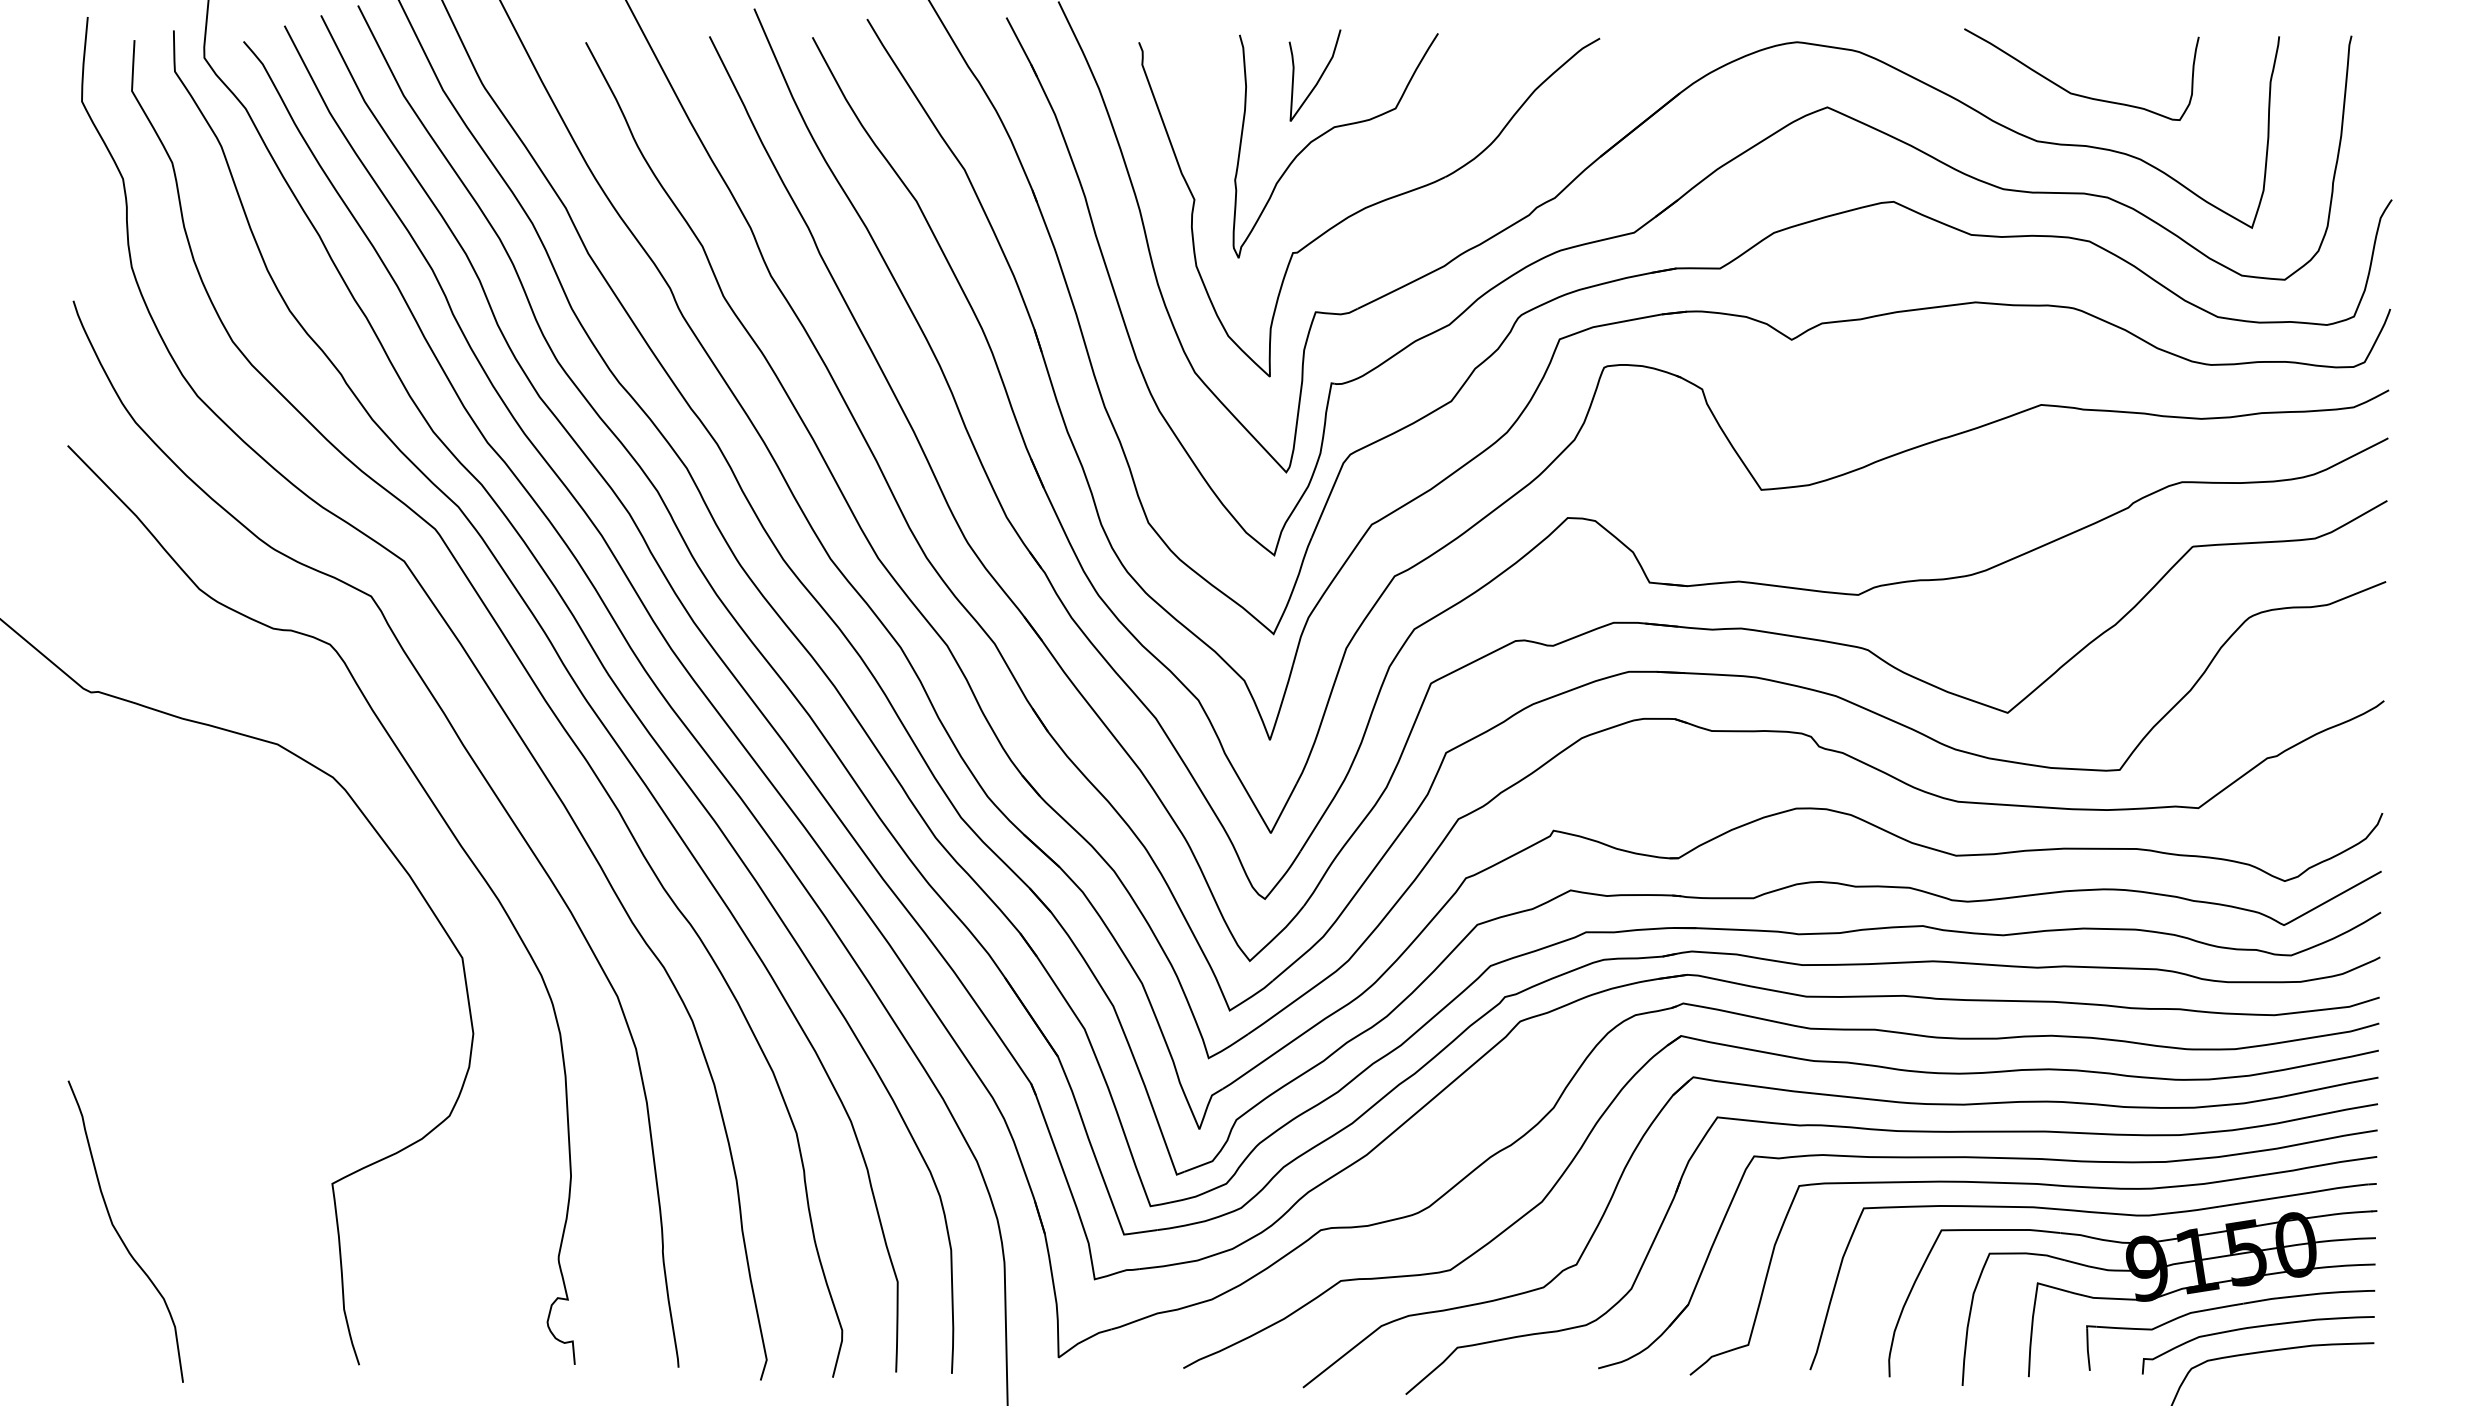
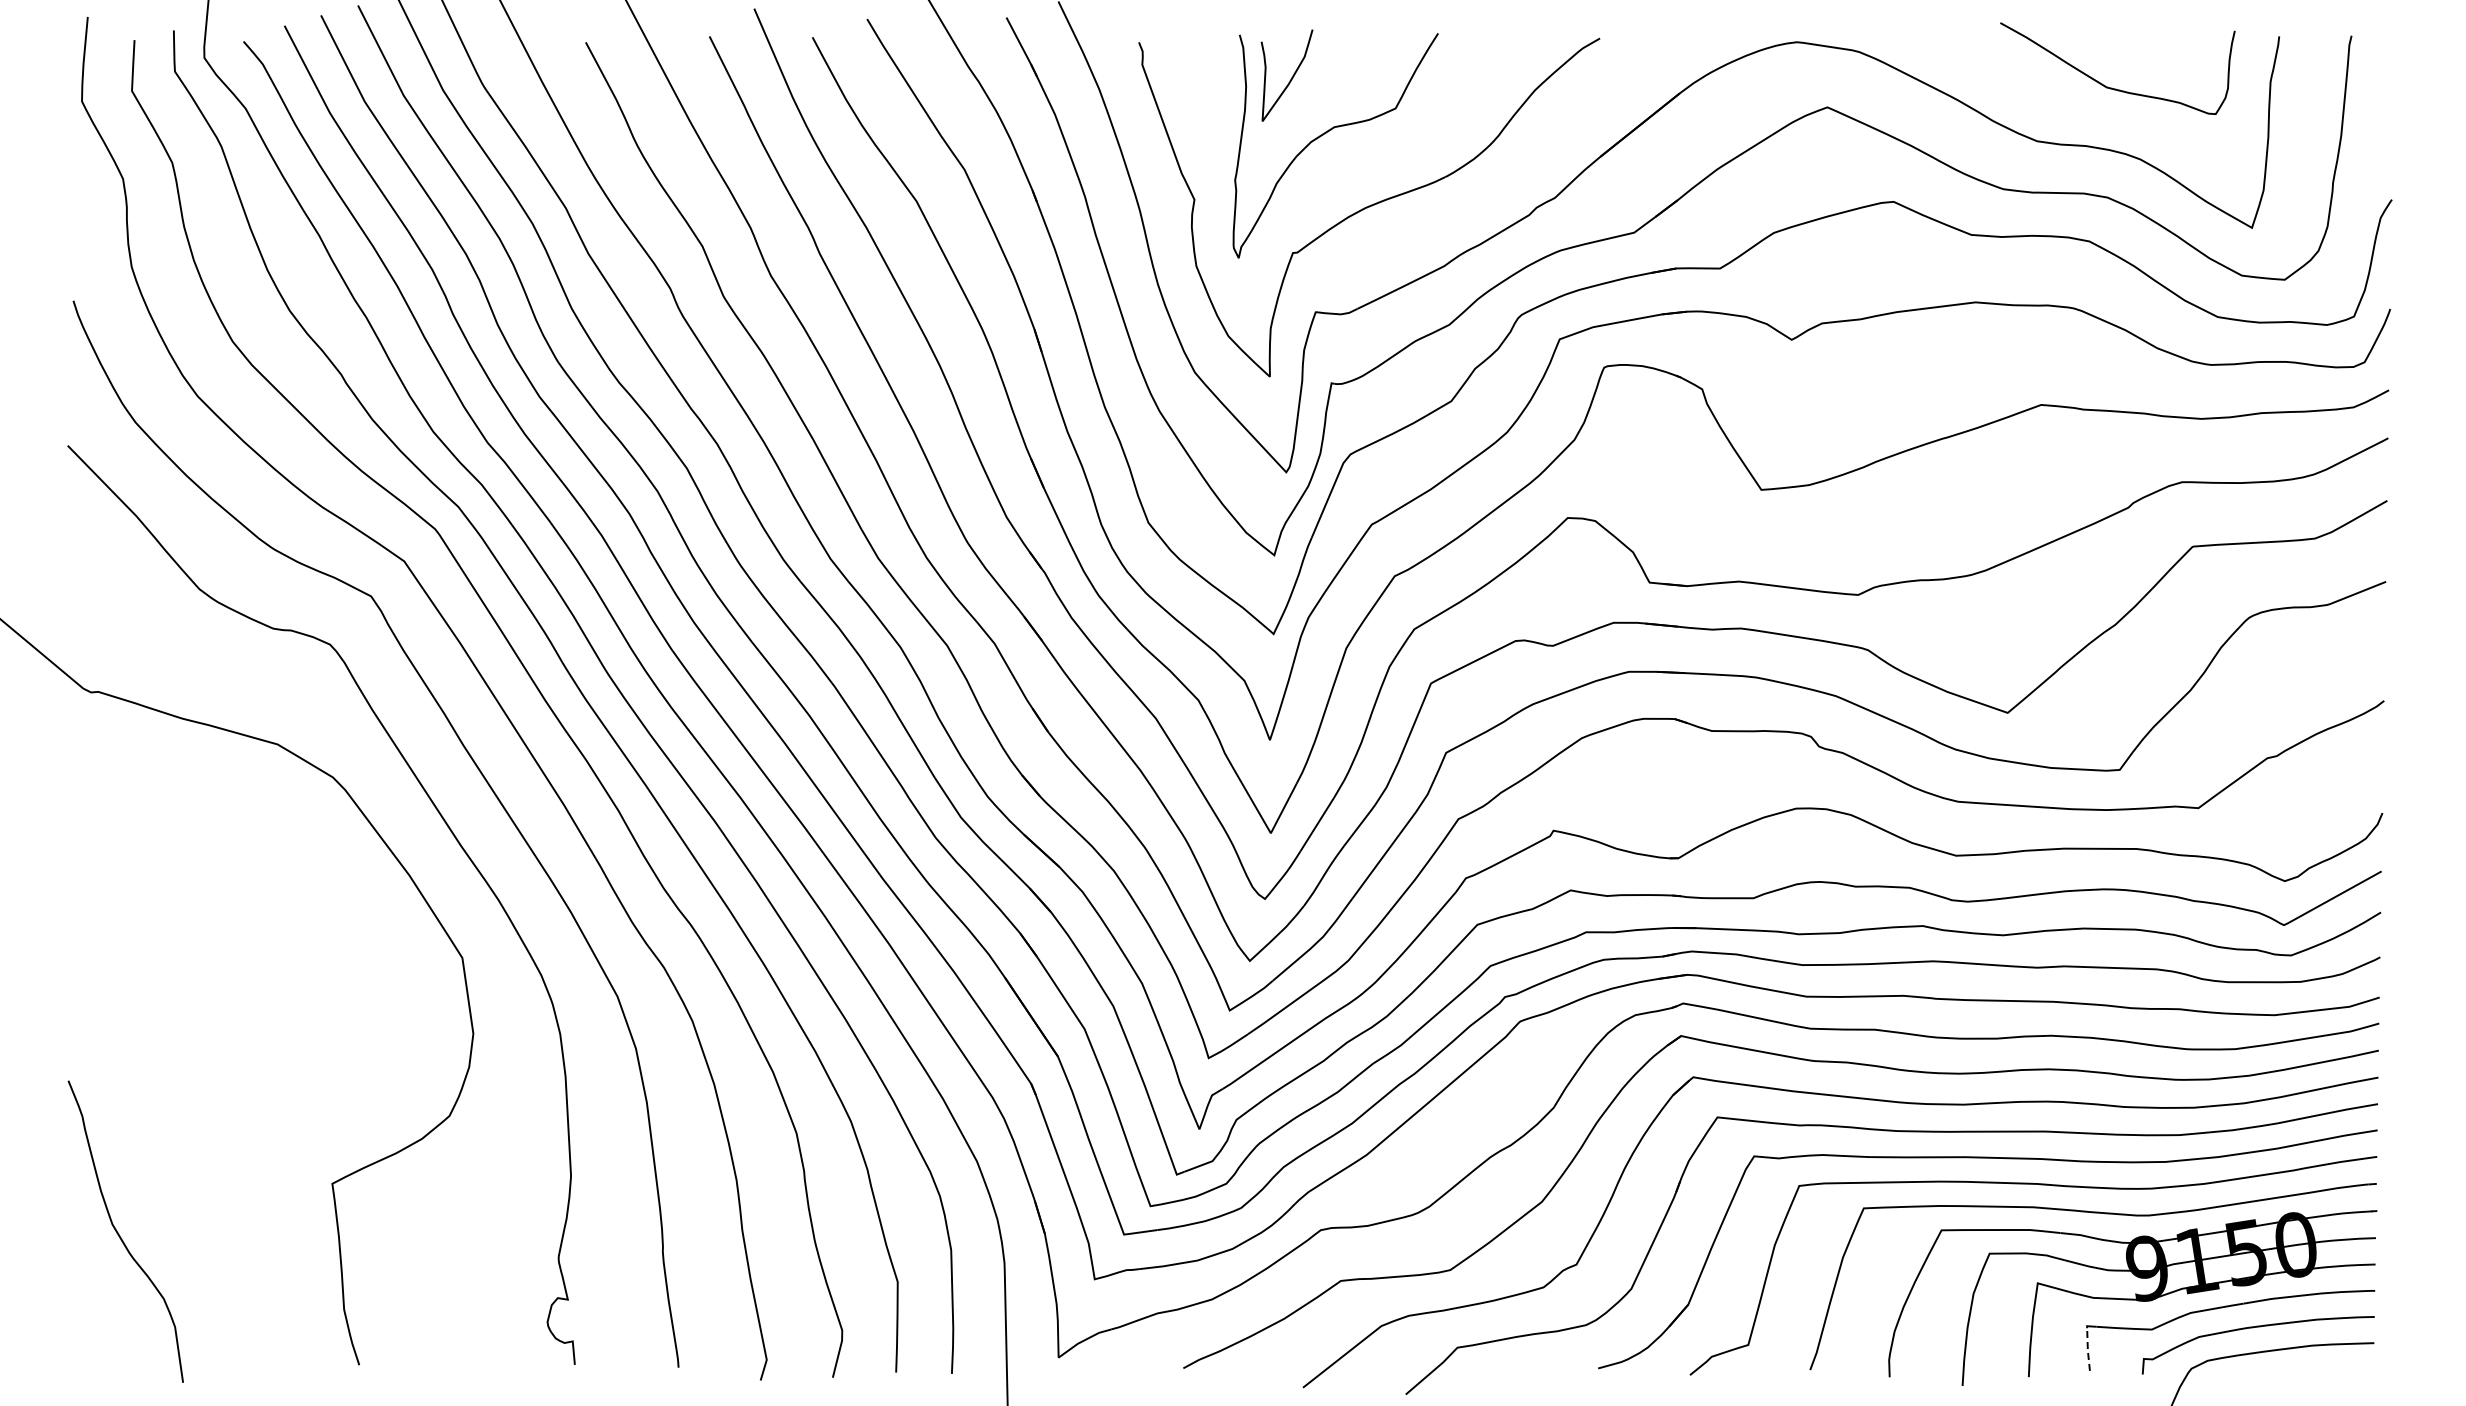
curve at (1319, 77) position: (1319, 77) -> (1291, 77)
curve at (2075, 93) position: (2075, 93) -> (2111, 87)
line at (2087, 1349): solid -> dashed
